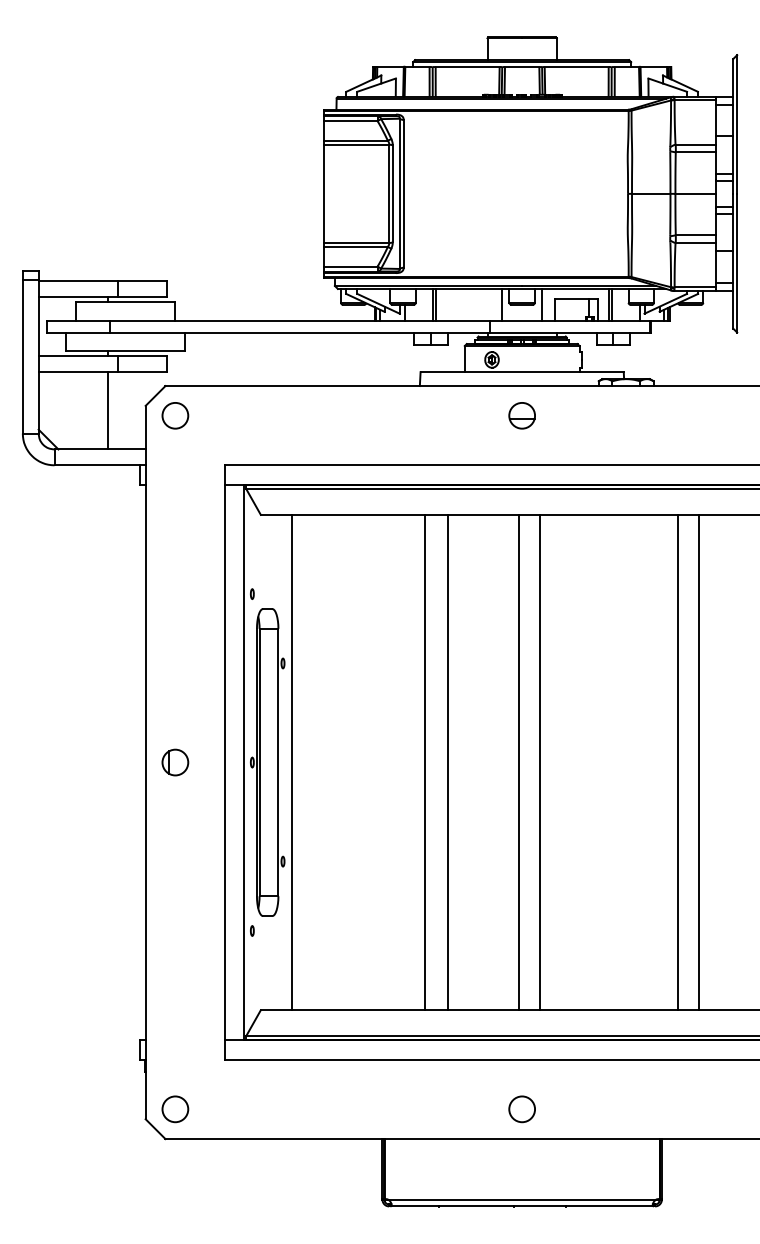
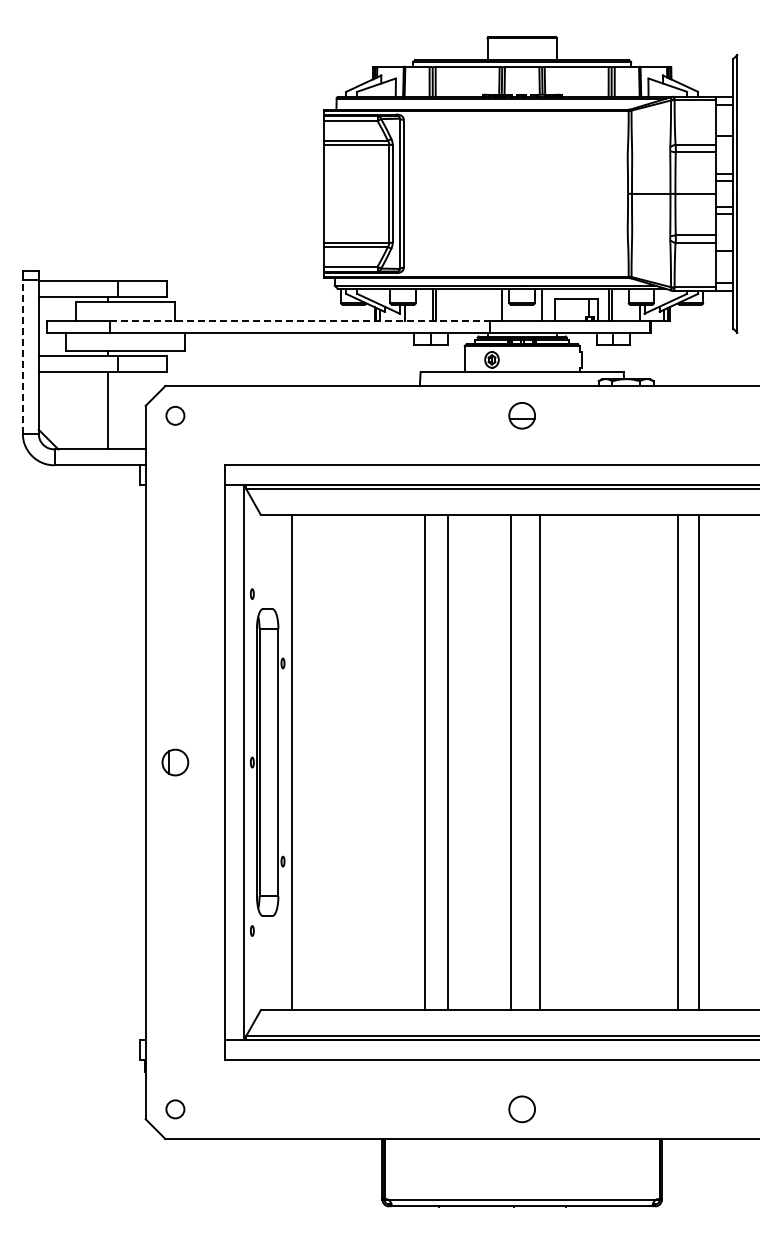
line at (300, 320): solid -> dashed
line at (22, 356): solid -> dashed
circle at (175, 415) size: 29x28 px -> 21x20 px
line at (519, 762) position: (519, 762) -> (511, 762)
circle at (175, 1109) size: 29x29 px -> 21x21 px
